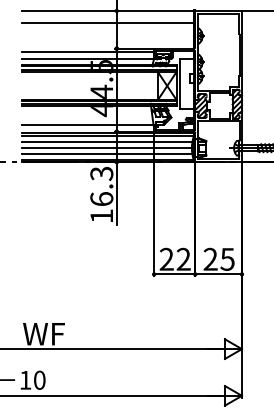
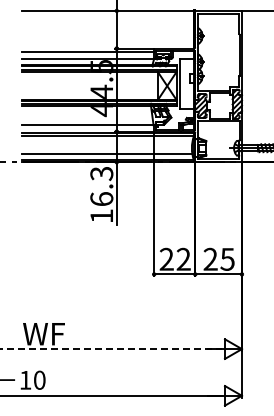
line at (108, 23): present -> none
line at (107, 141): present -> none
line at (106, 148): present -> none
line at (111, 349): solid -> dashed
